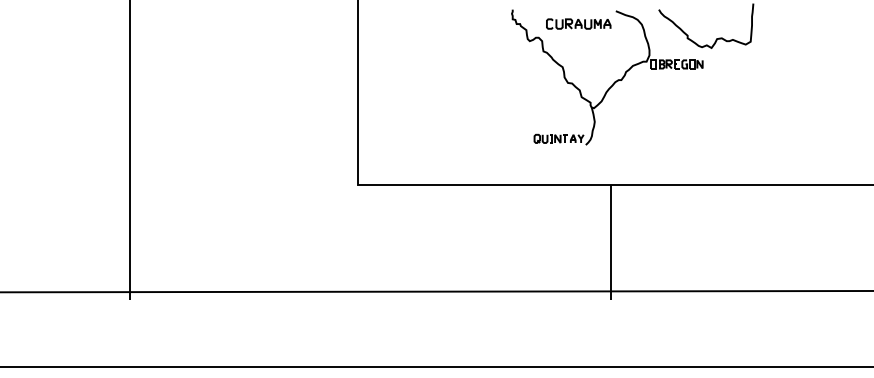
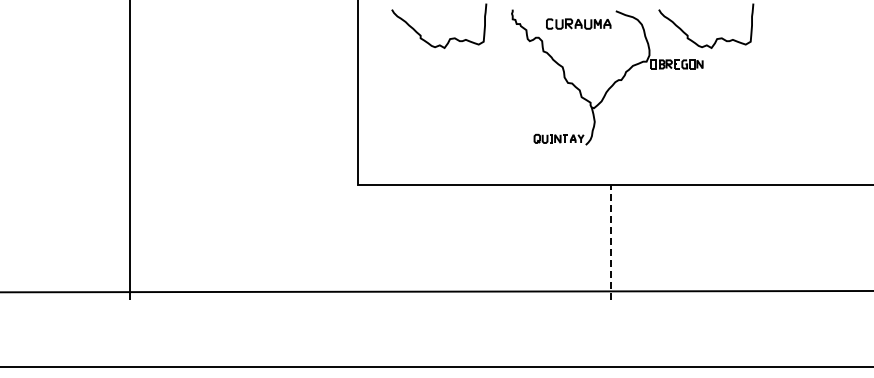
curve at (449, 38): none -> present
line at (611, 241): solid -> dashed
